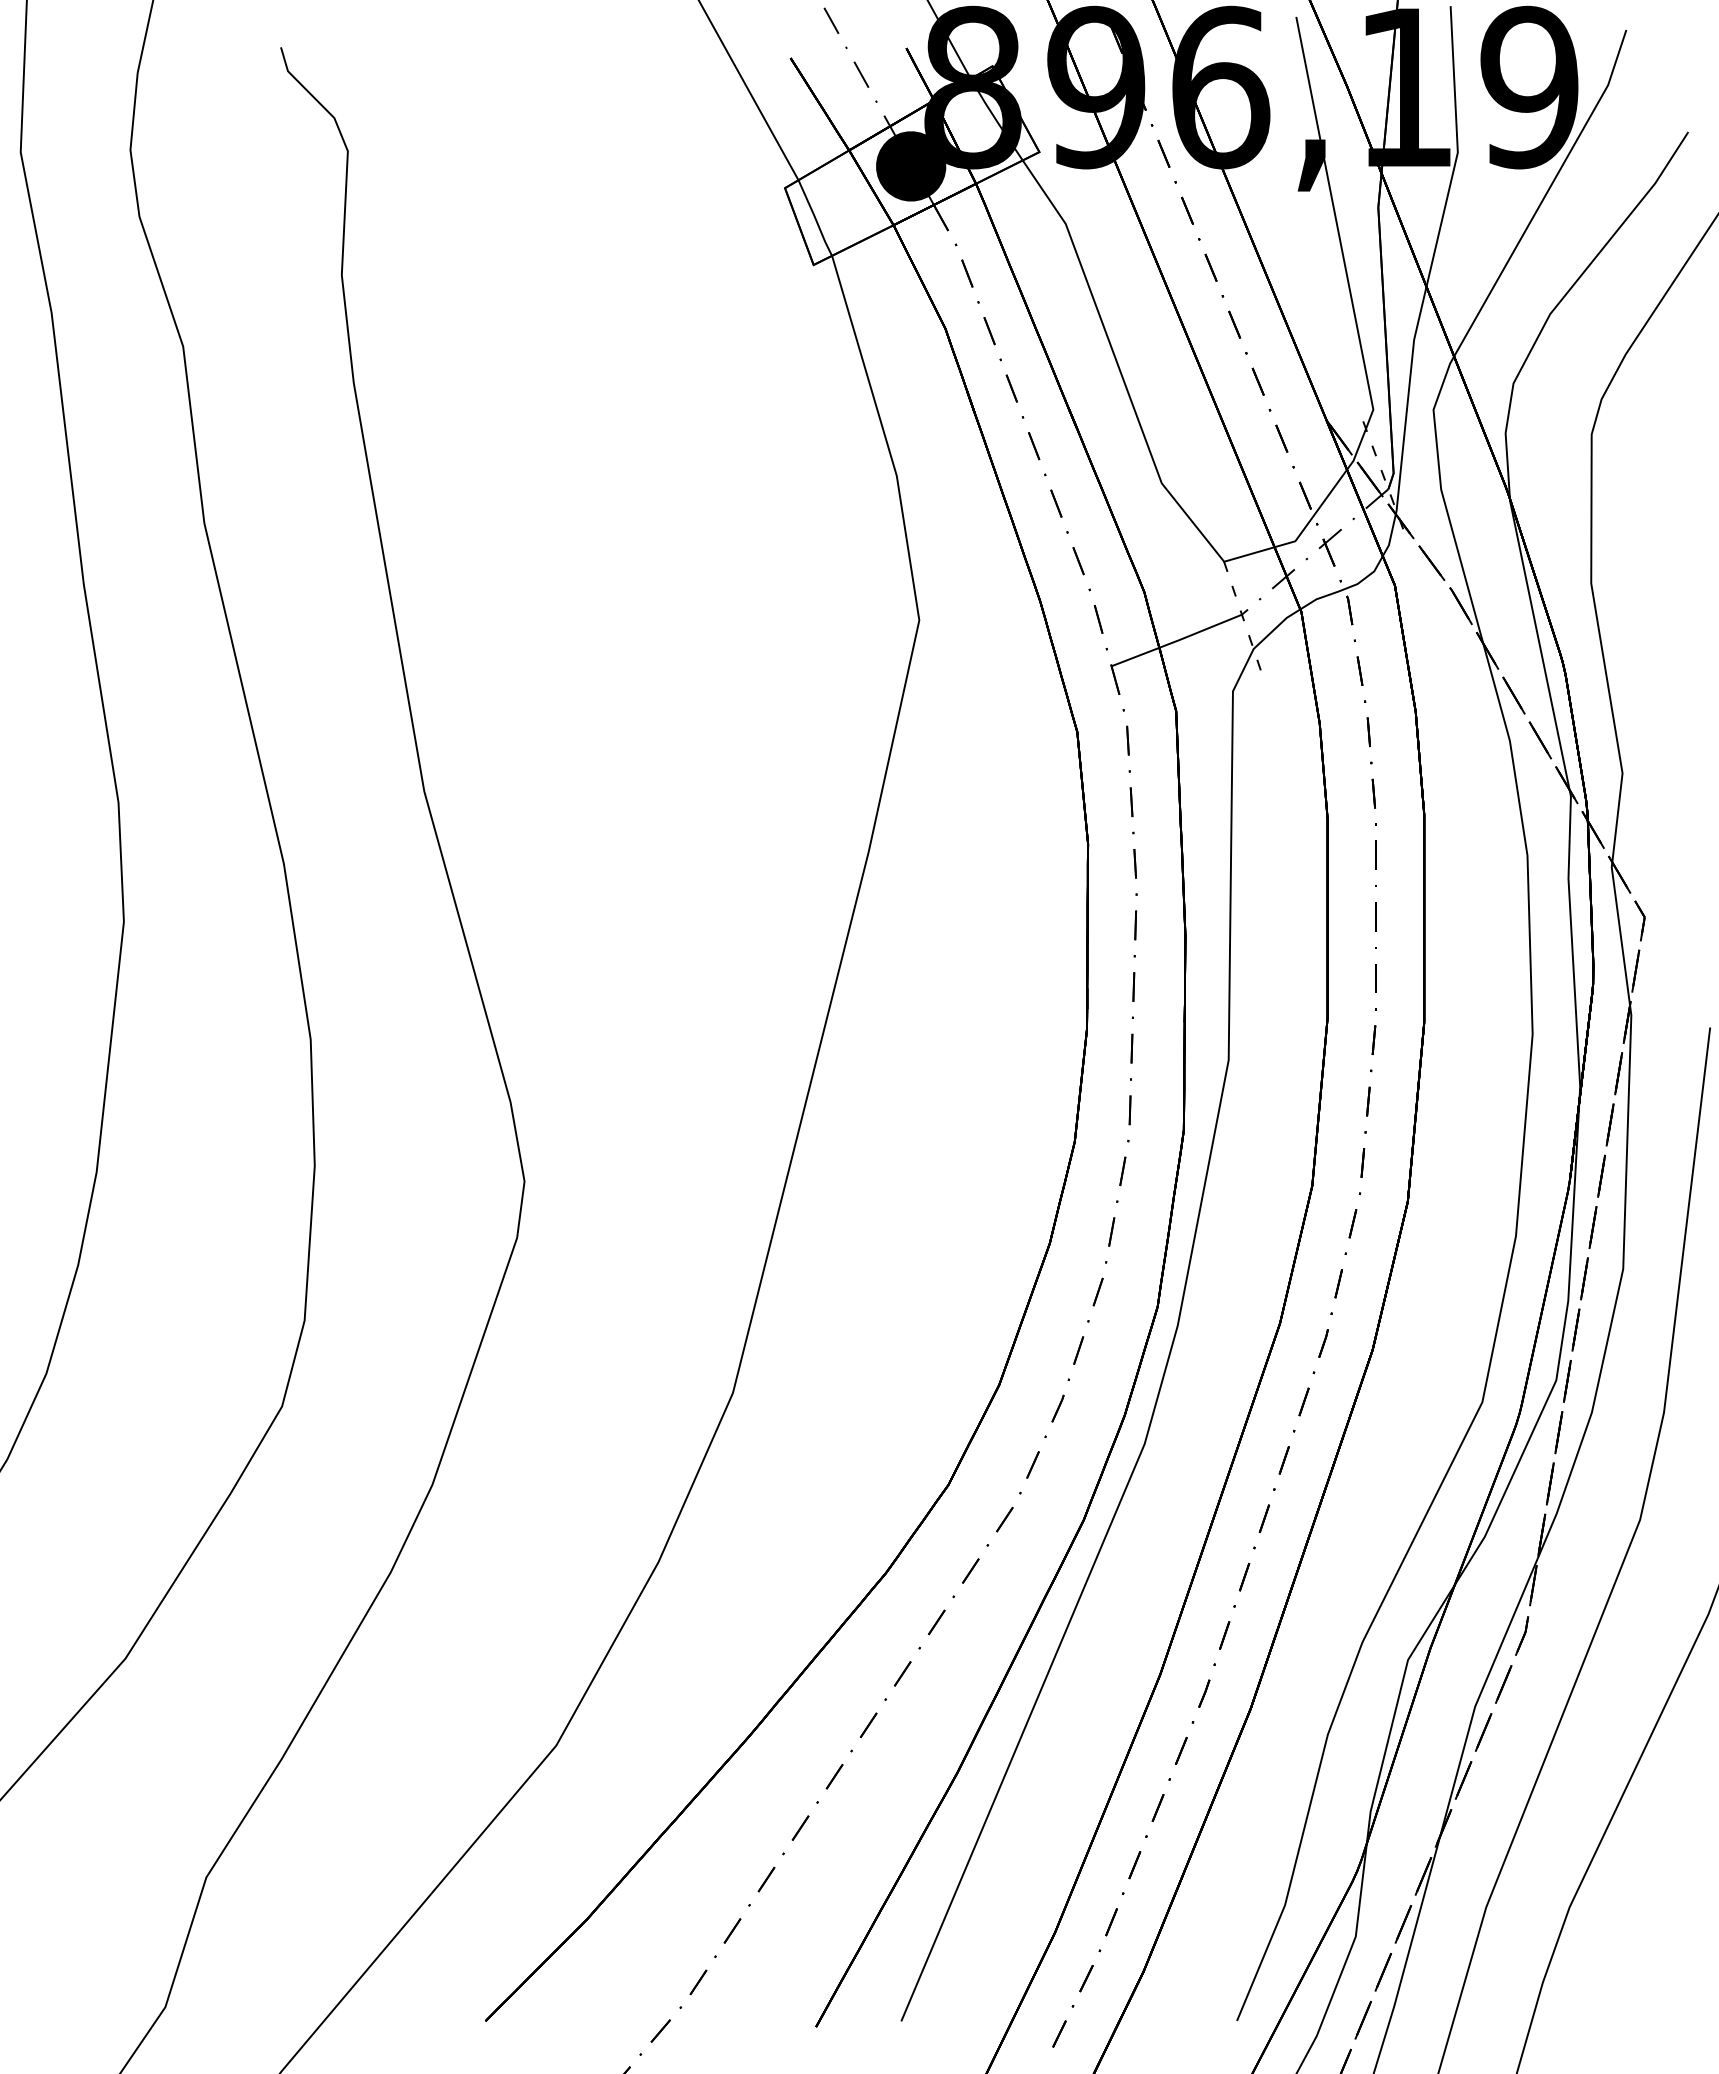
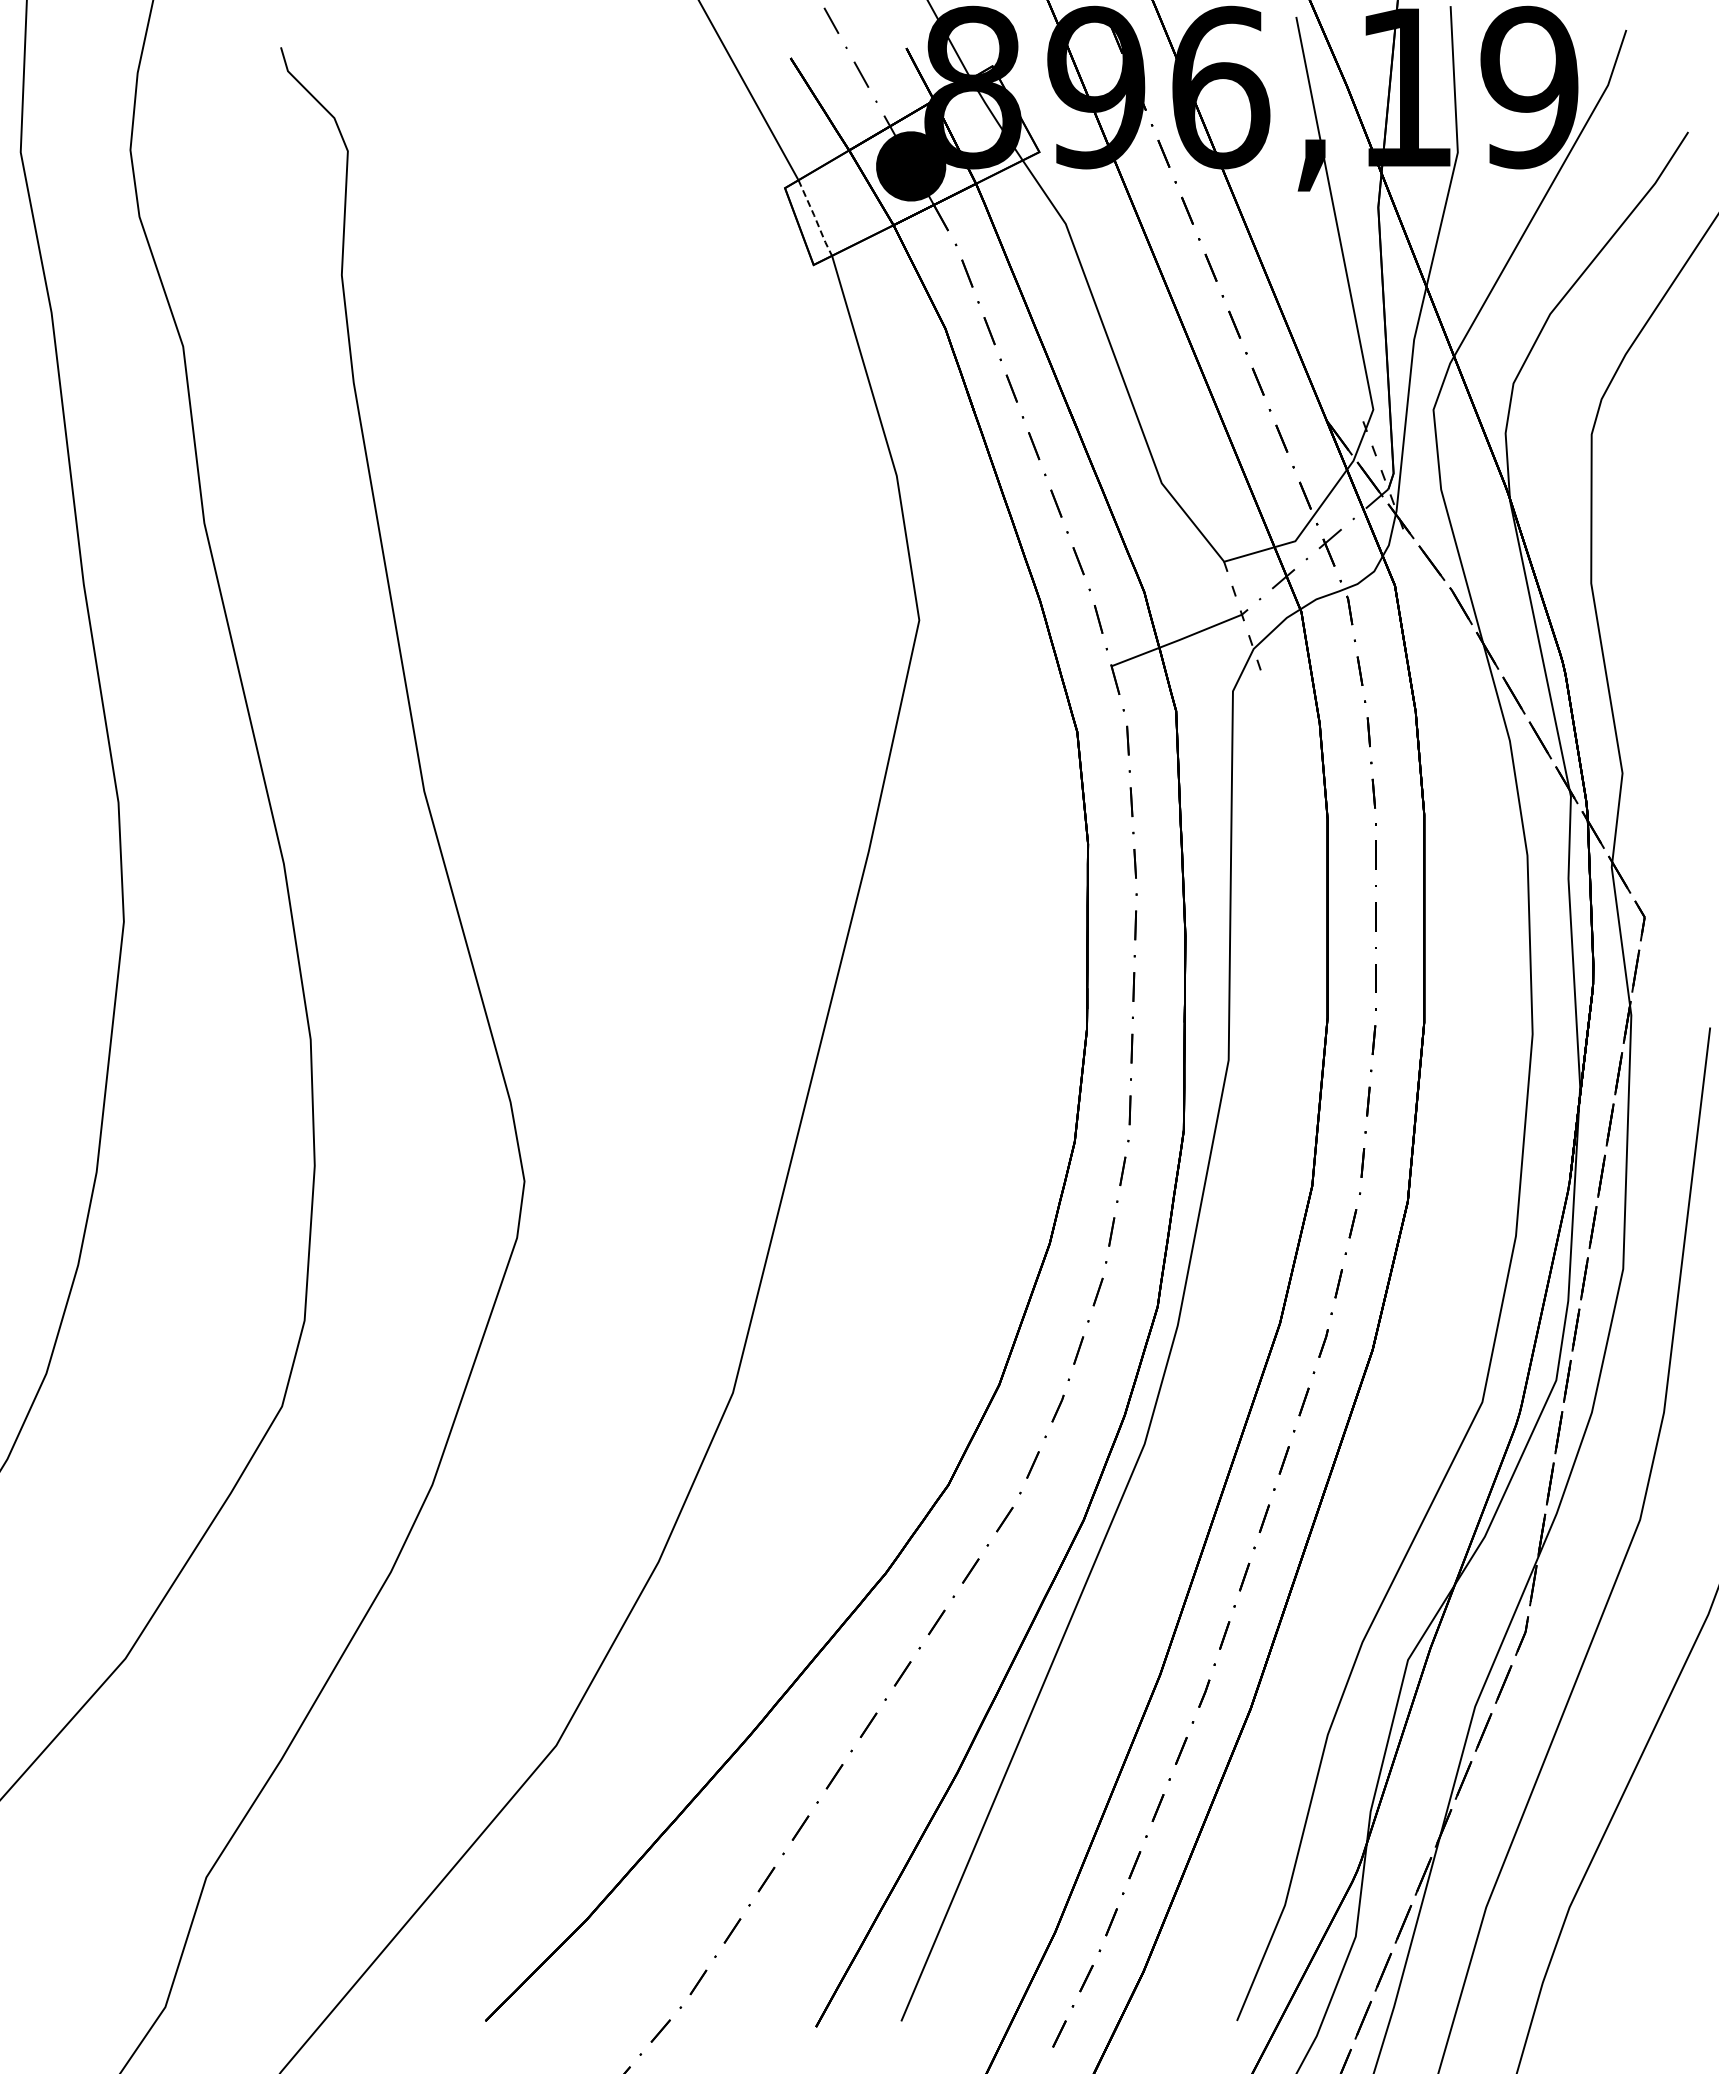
line at (815, 218): solid -> dashed
